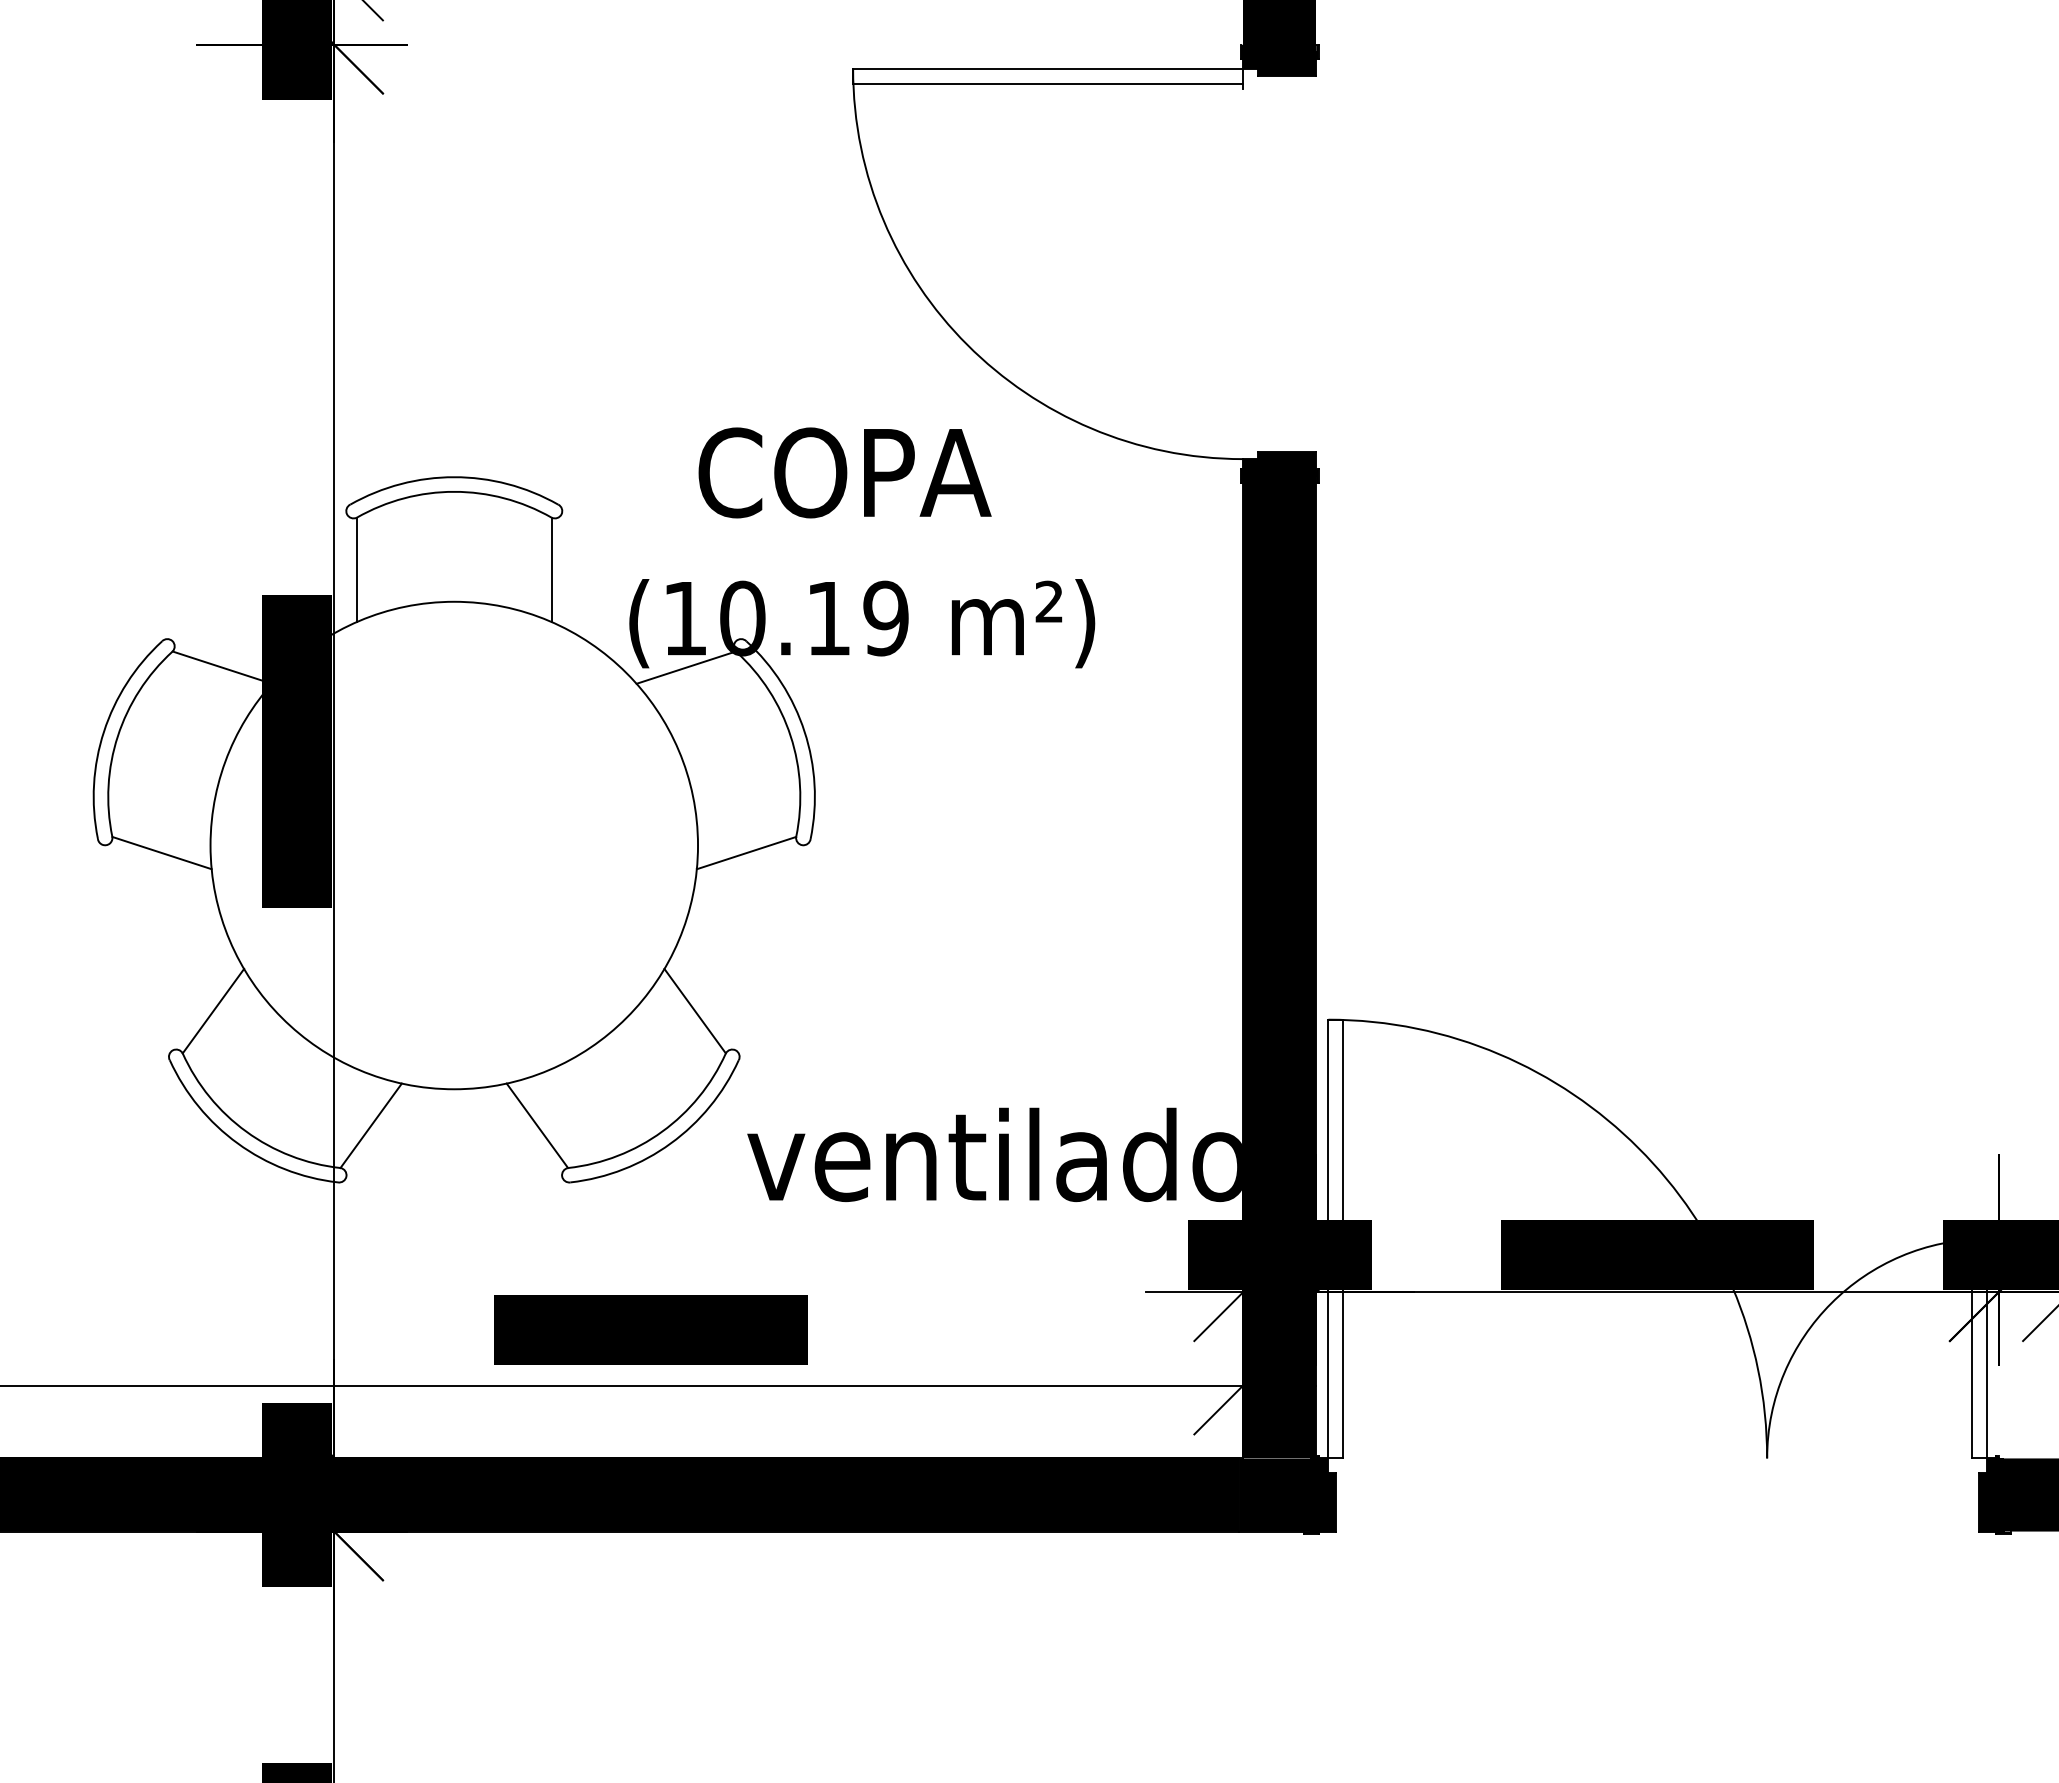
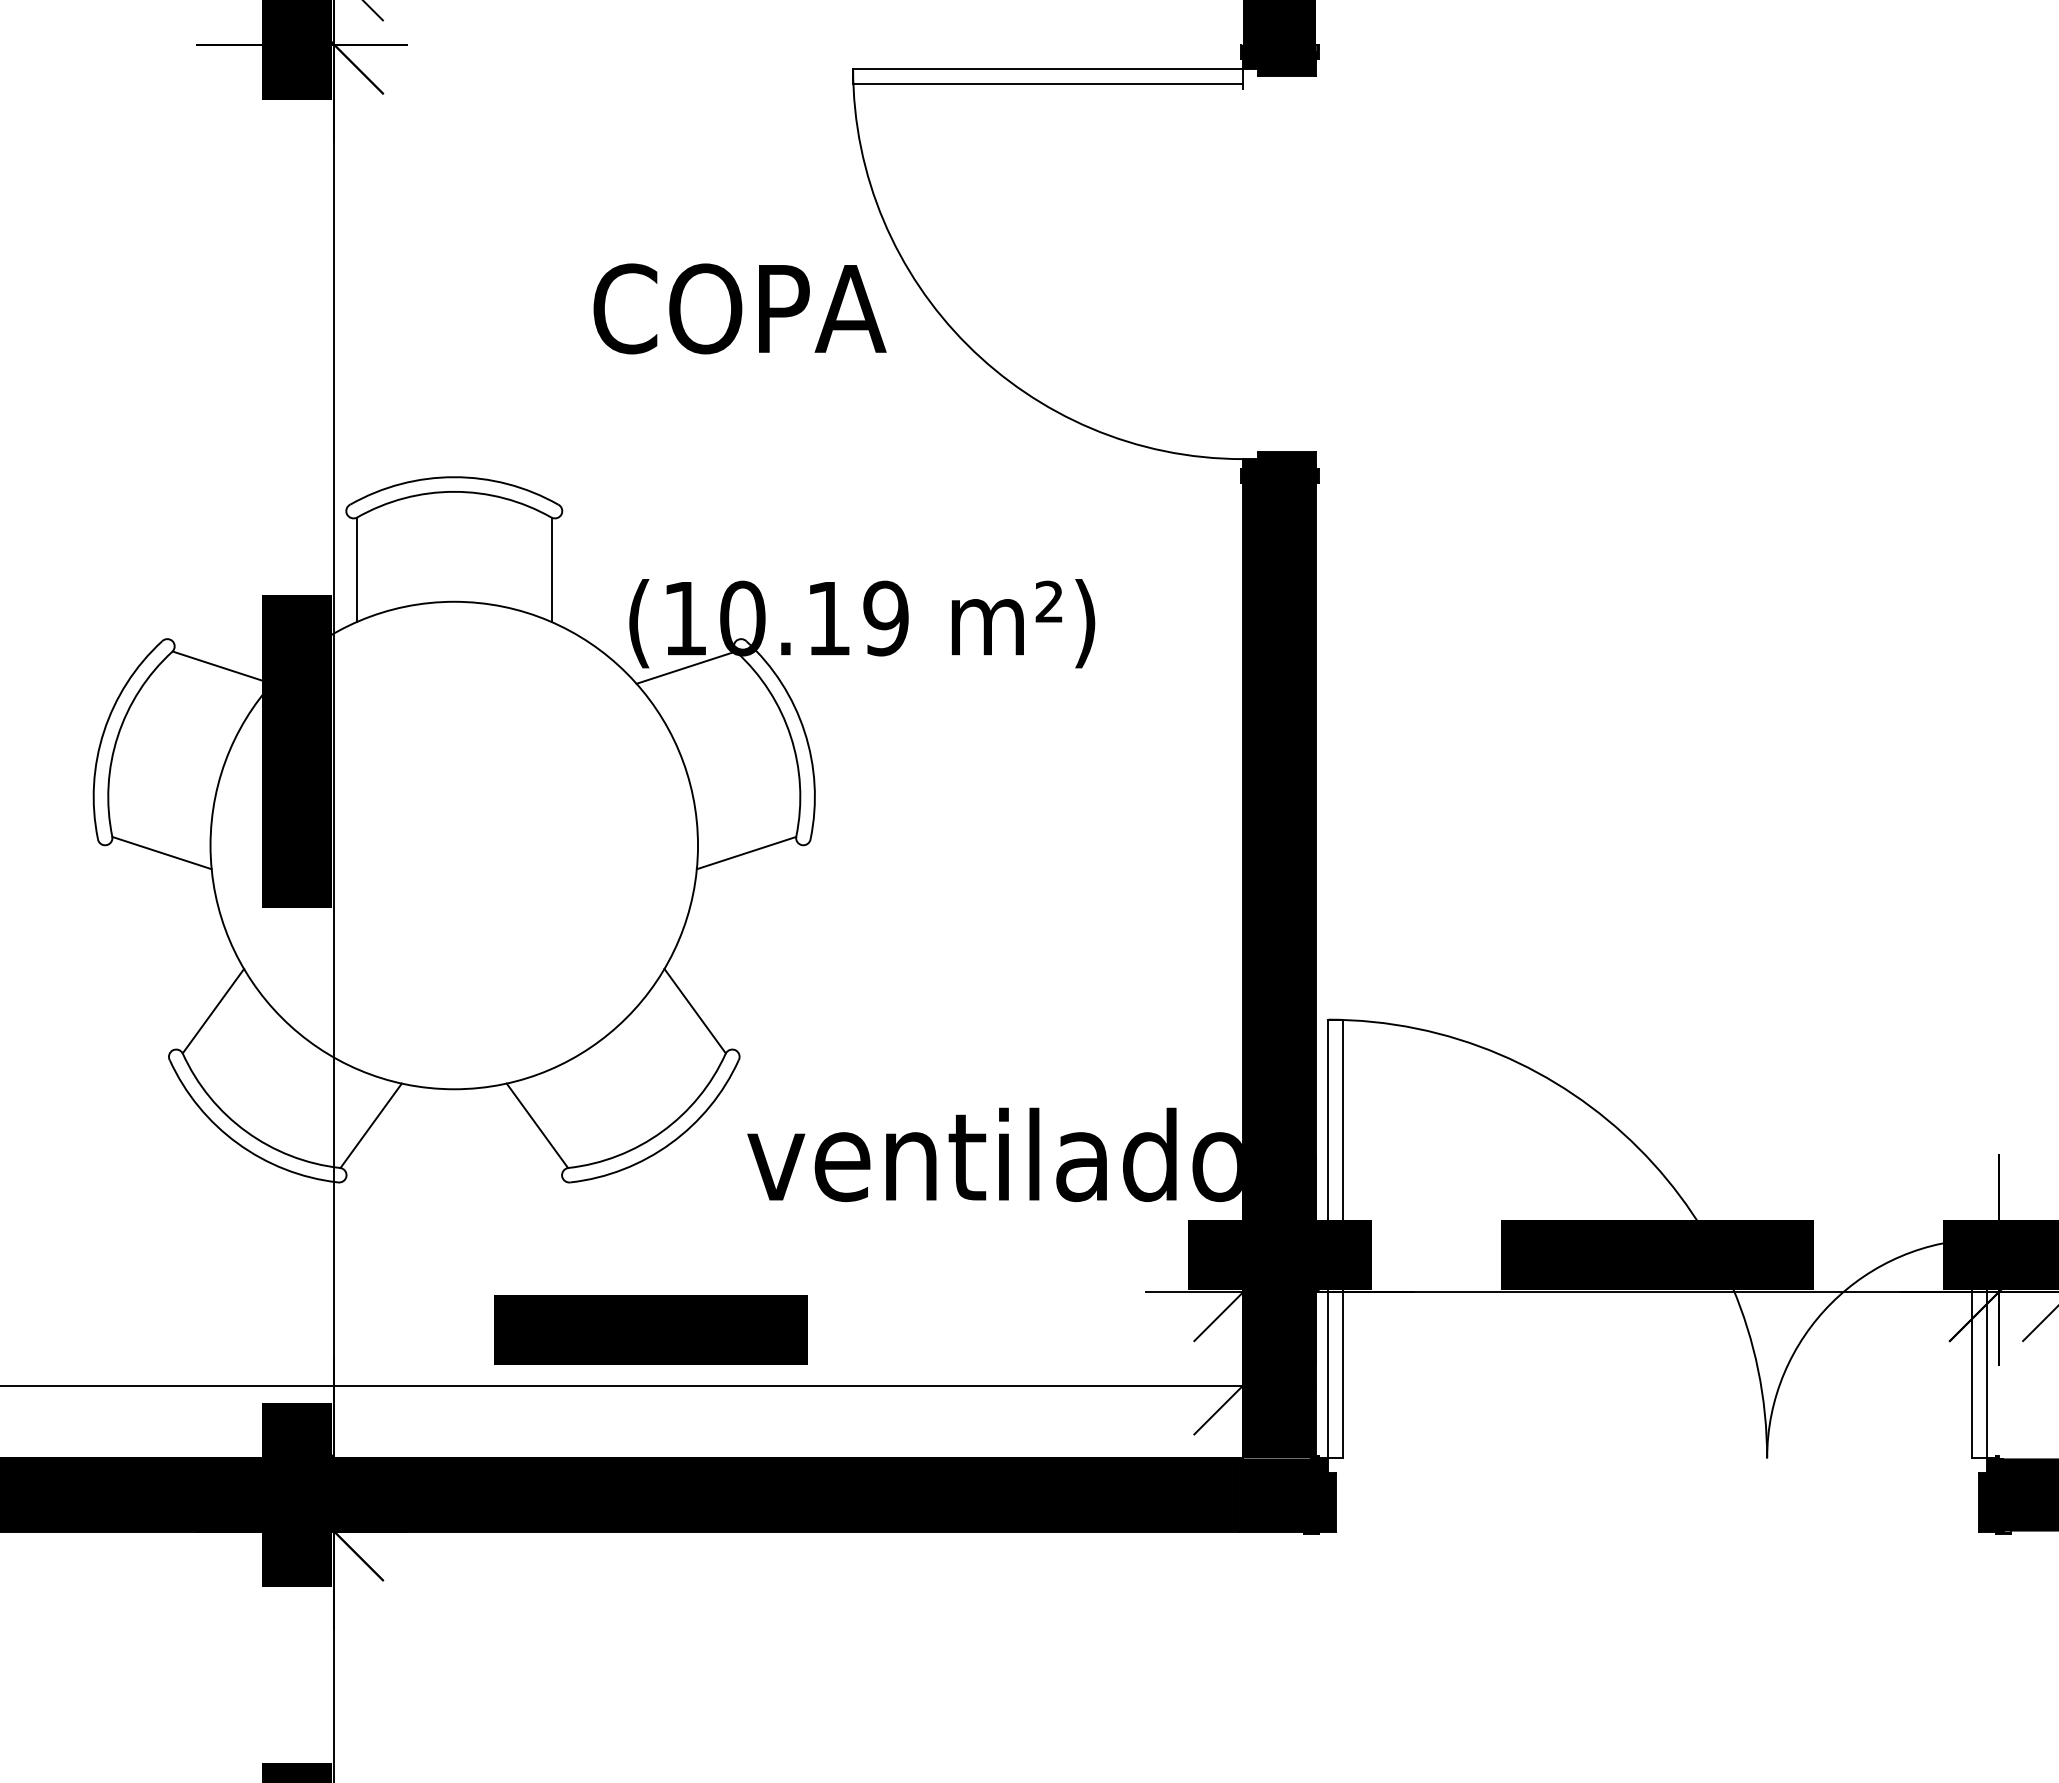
text at (844, 472) position: (844, 472) -> (739, 308)
